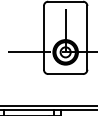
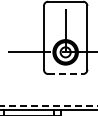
line at (66, 74): solid -> dashed
line at (48, 105): solid -> dashed
